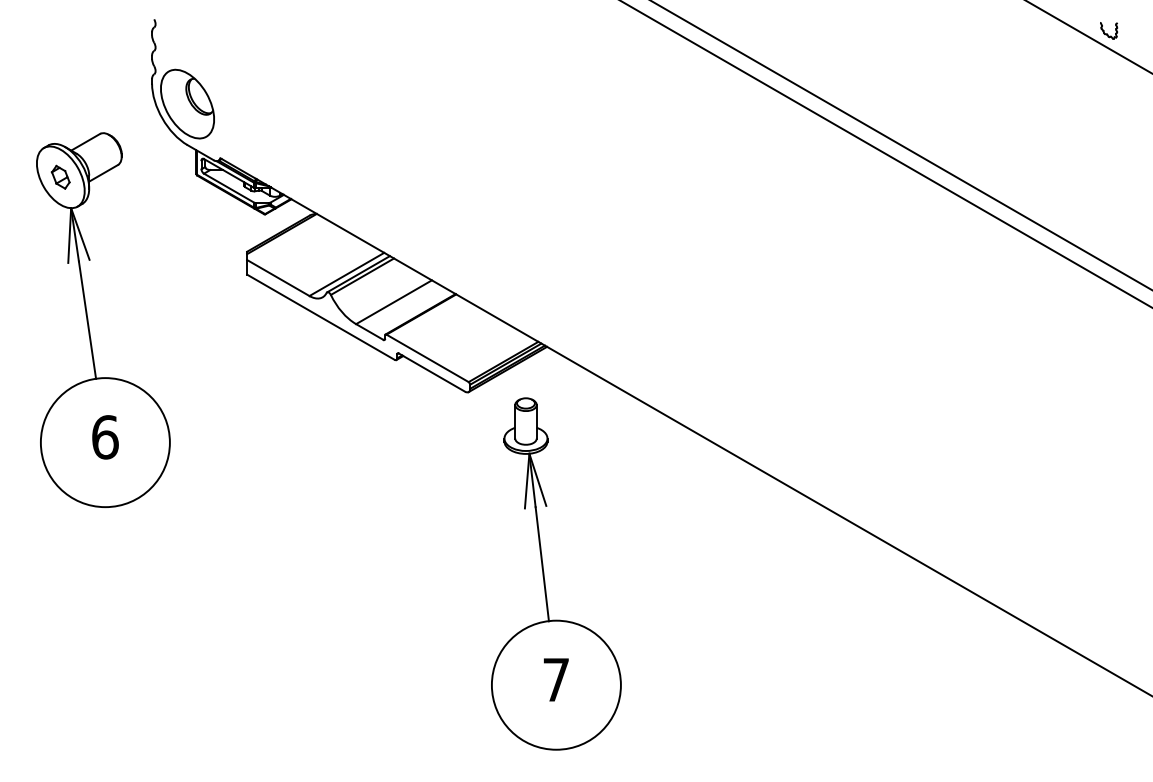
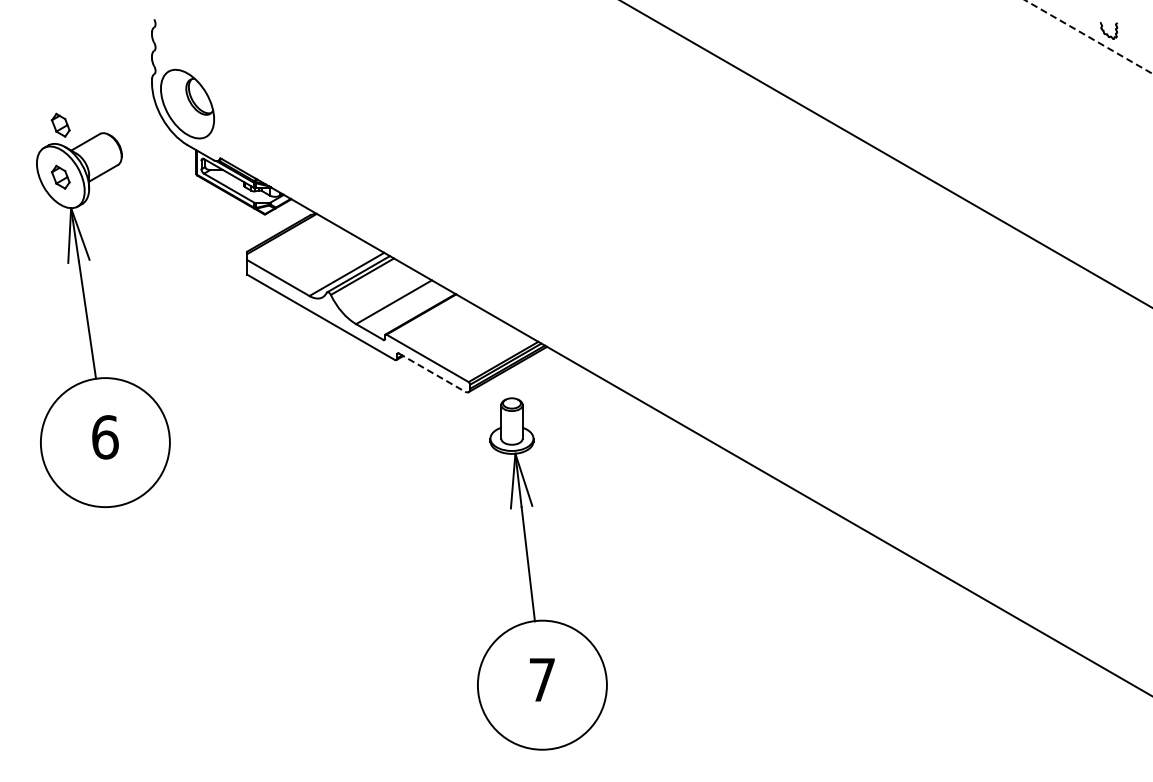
line at (1088, 37): solid -> dashed
part at (60, 124): none -> present
line at (901, 145): present -> none
line at (432, 372): solid -> dashed
part at (544, 573) position: (544, 573) -> (530, 573)
